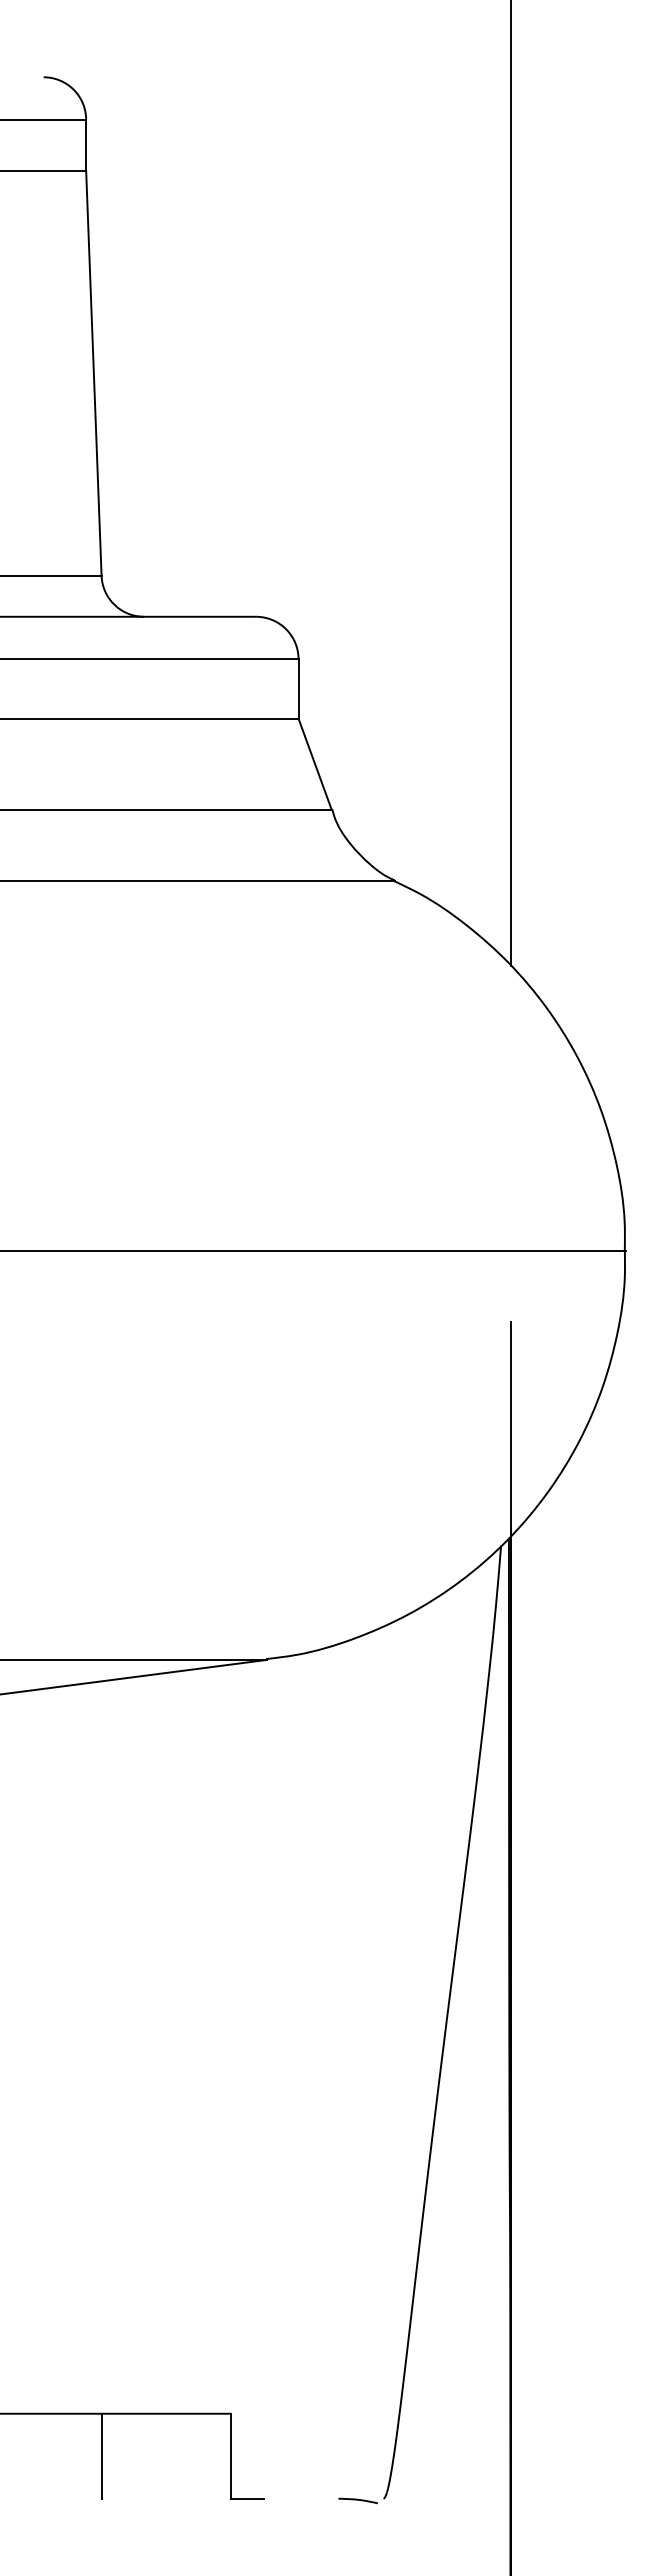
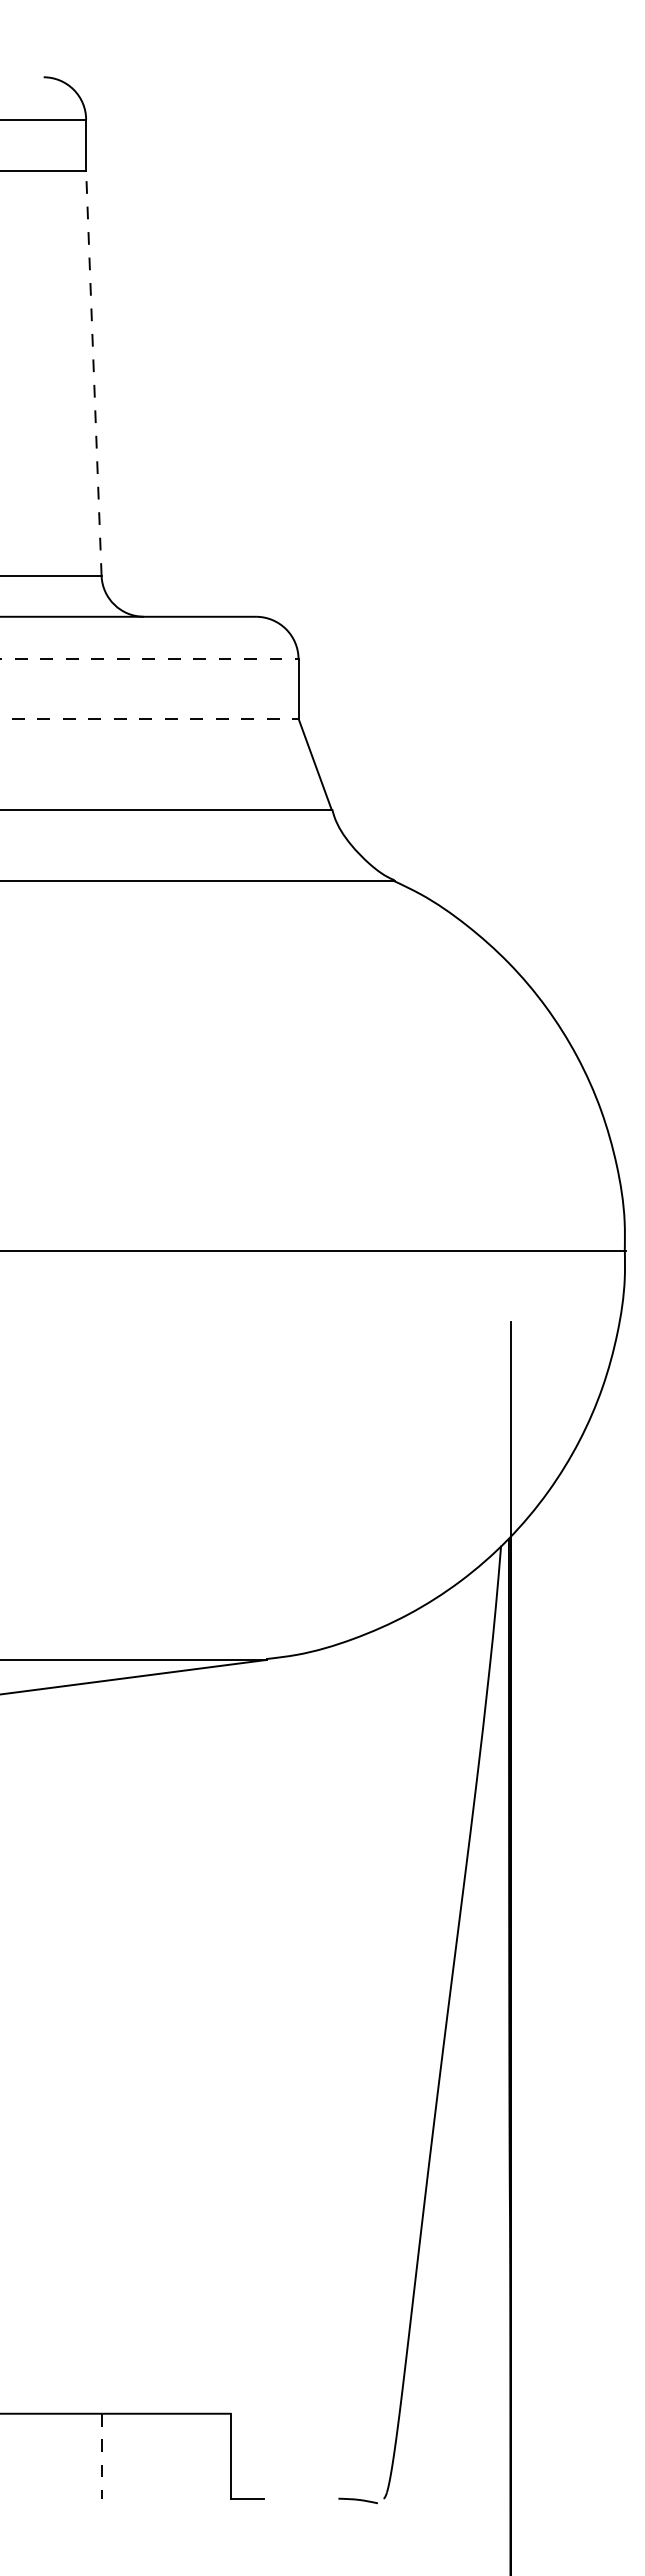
line at (93, 373): solid -> dashed
line at (510, 483): present -> none
line at (149, 659): solid -> dashed
line at (149, 718): solid -> dashed
line at (102, 2456): solid -> dashed
